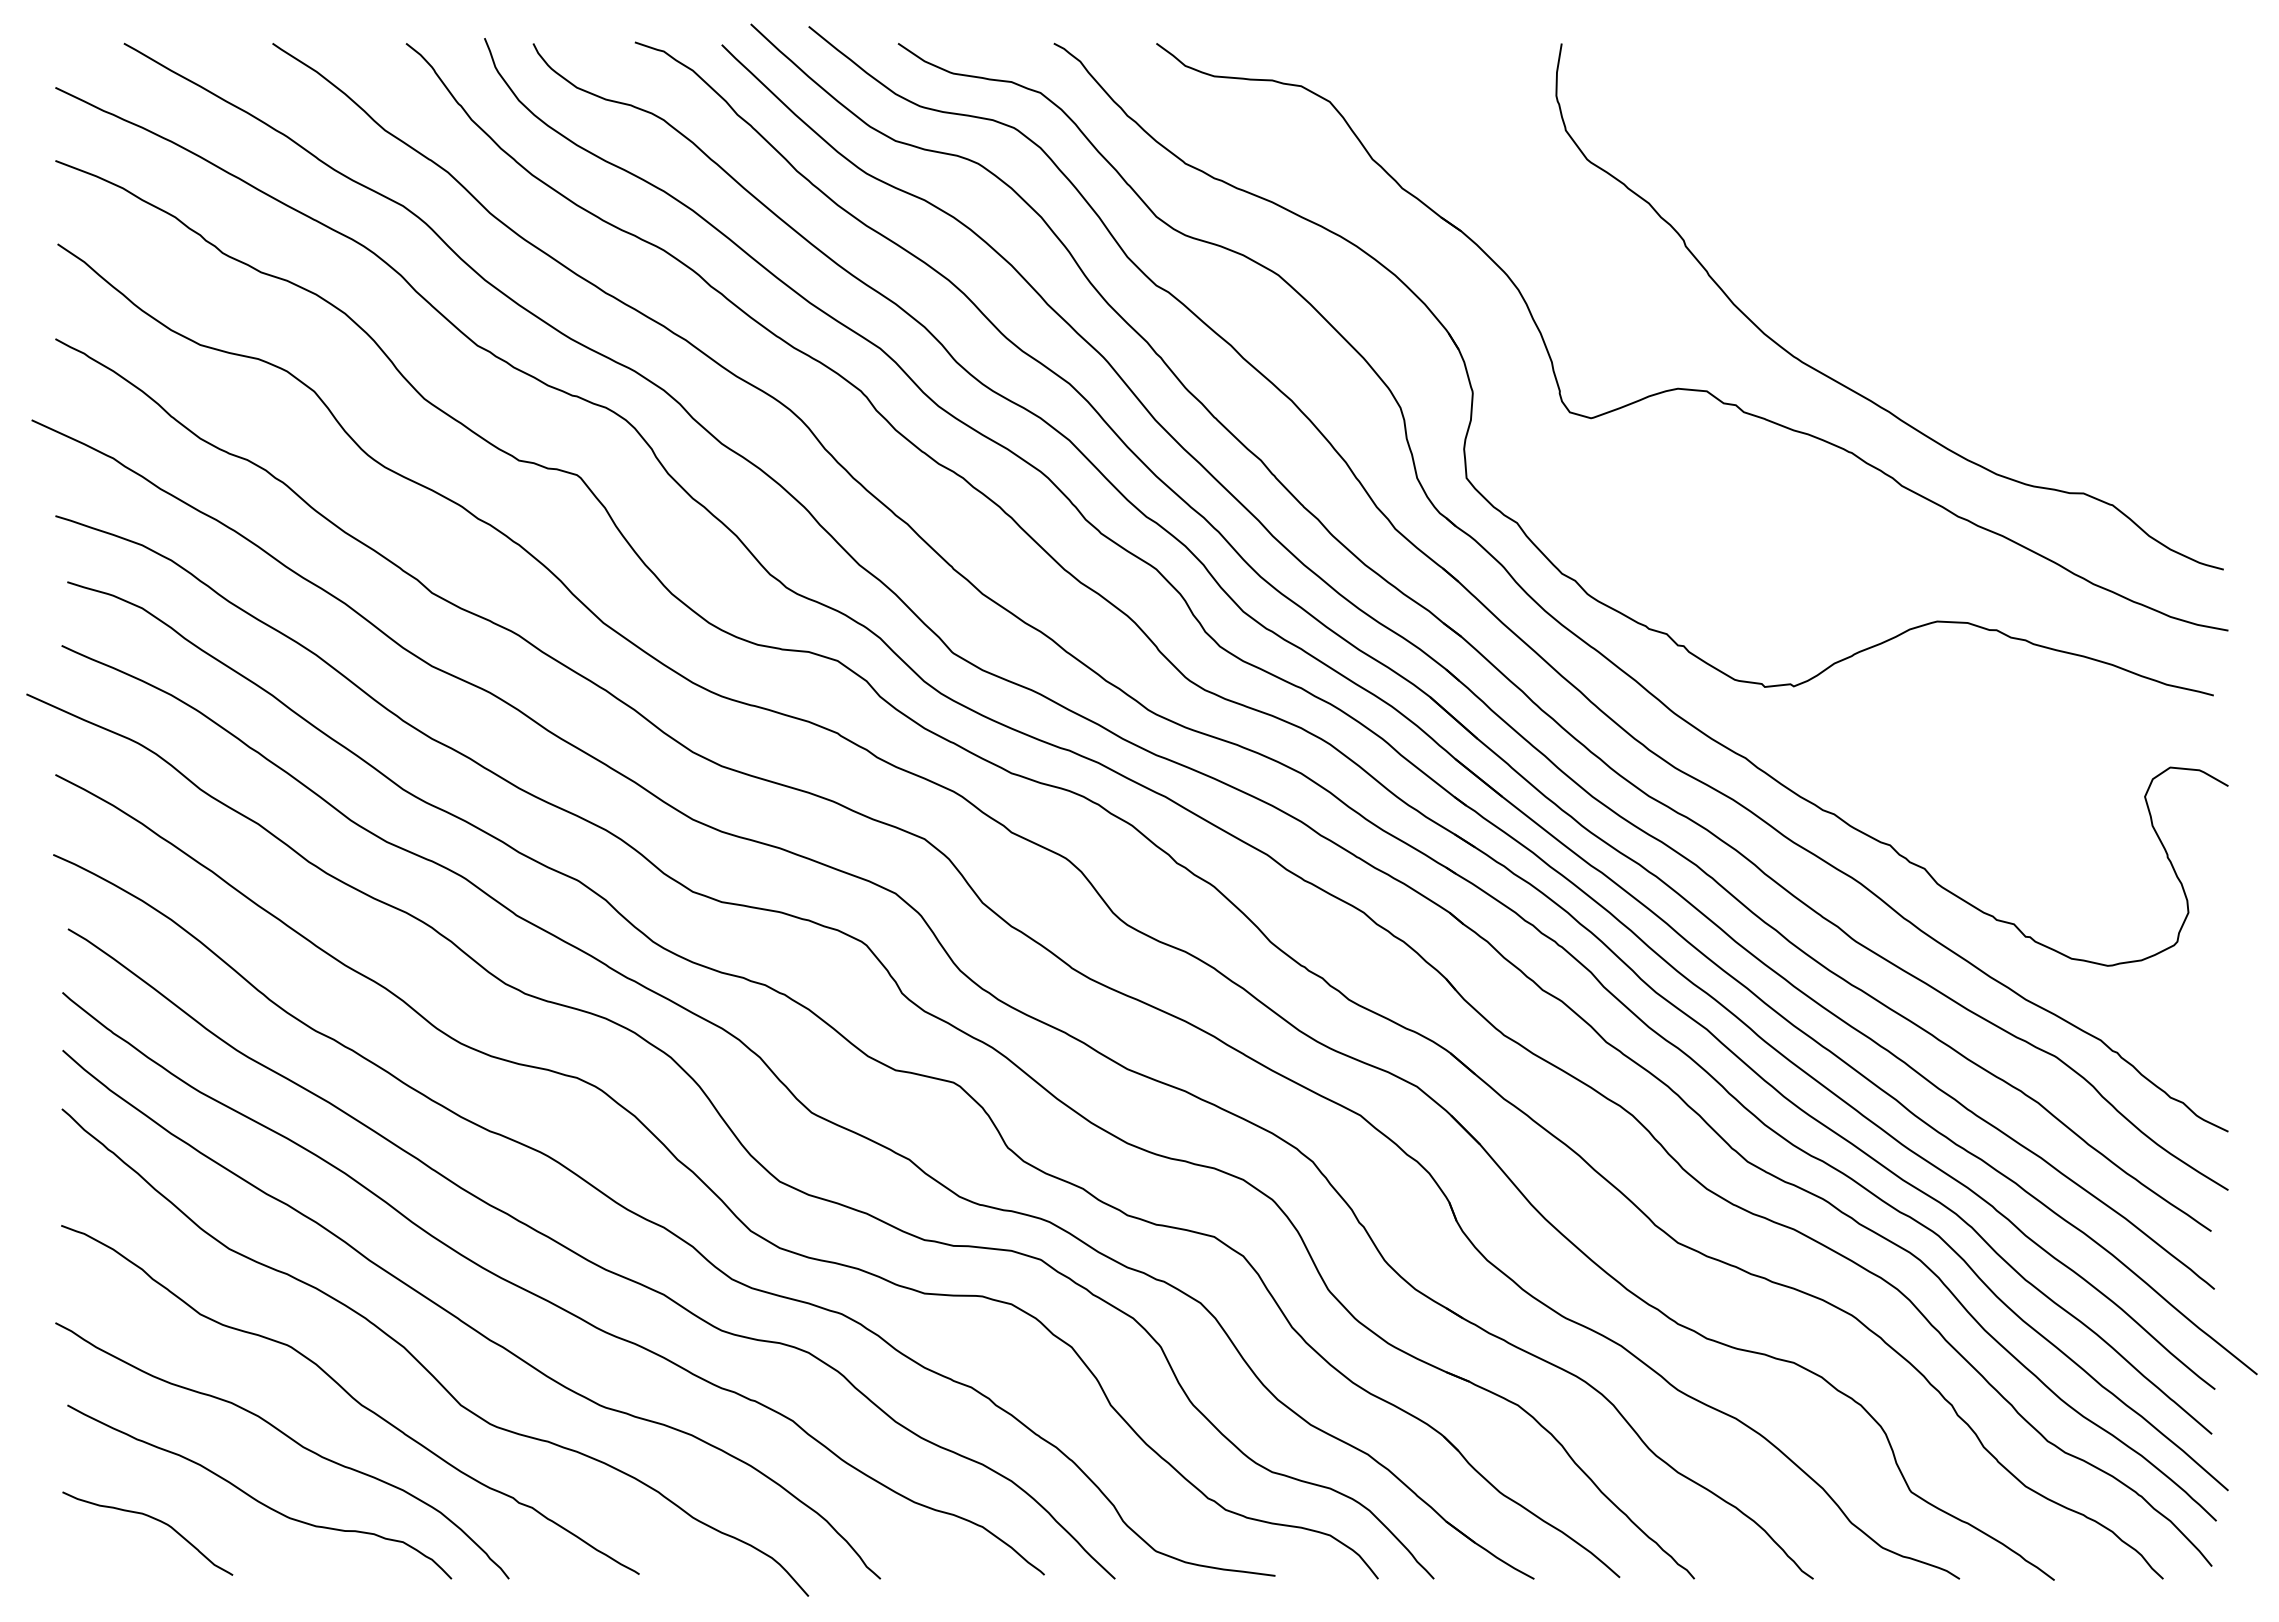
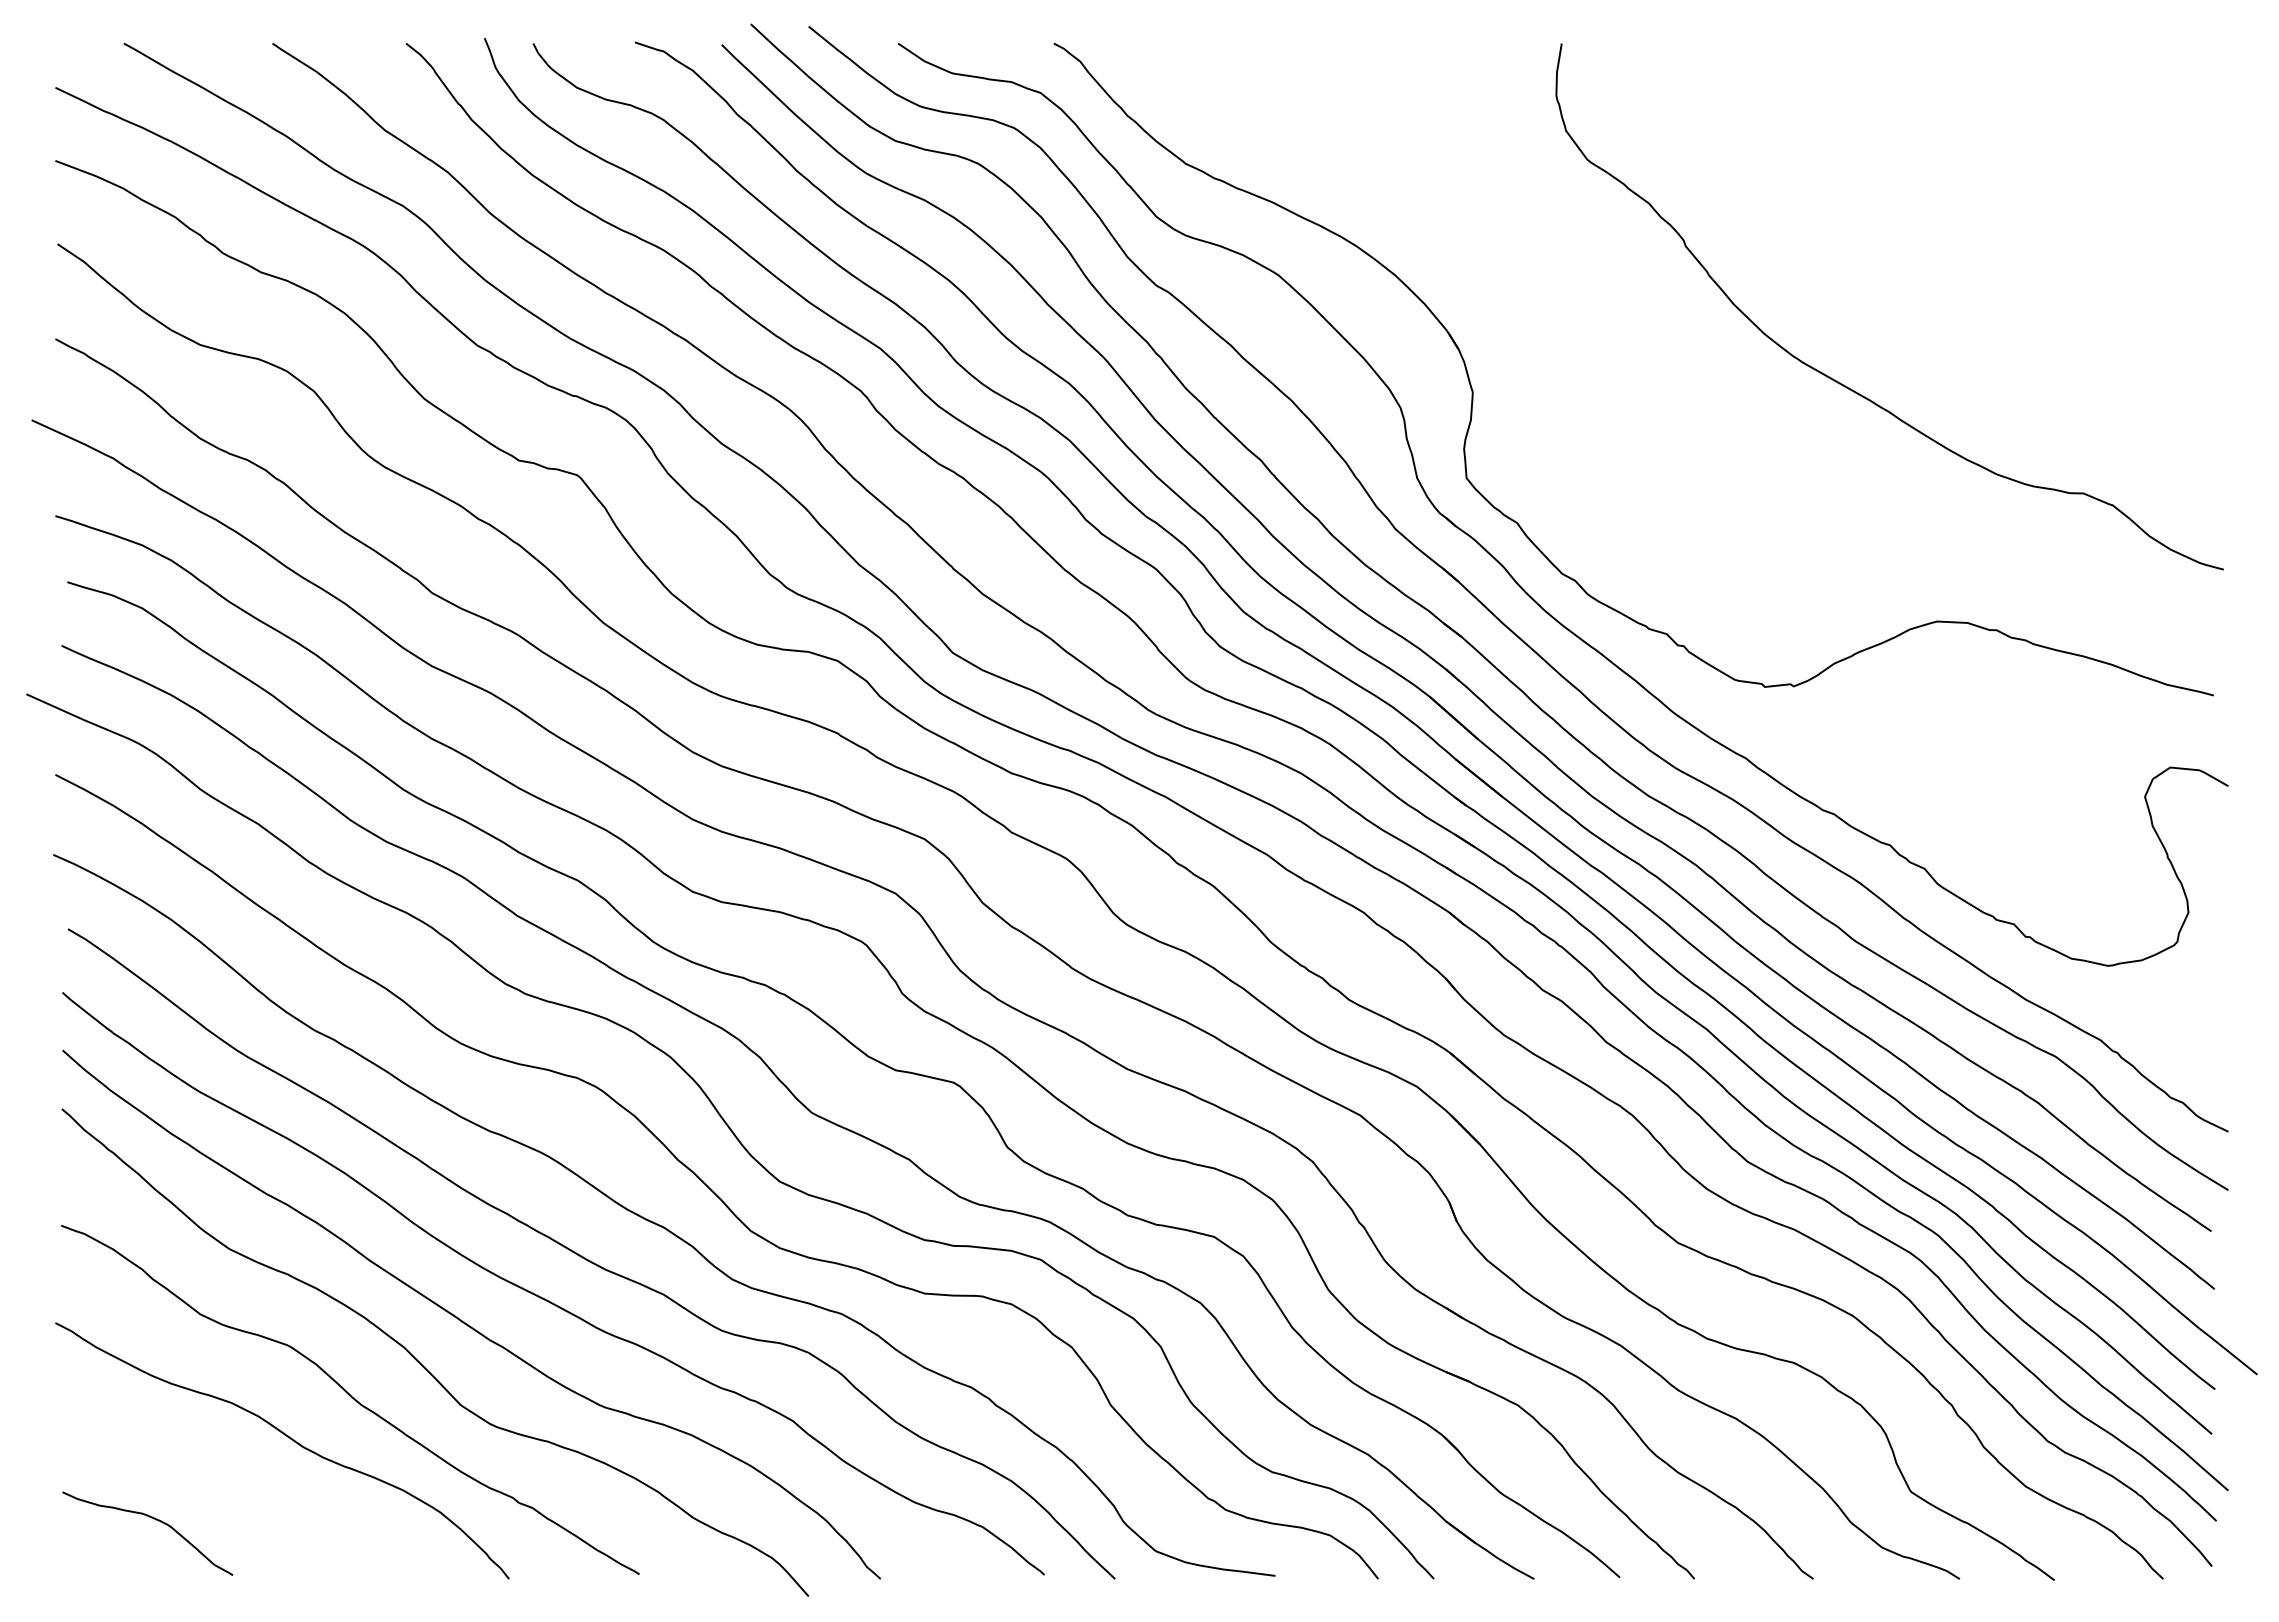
part at (1689, 388): present -> none
curve at (255, 1498): present -> none
